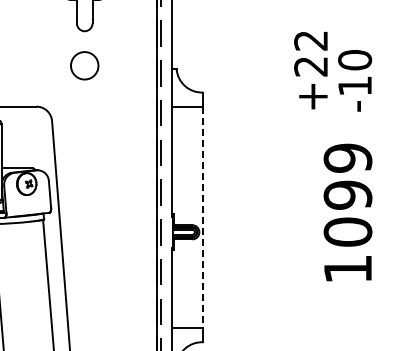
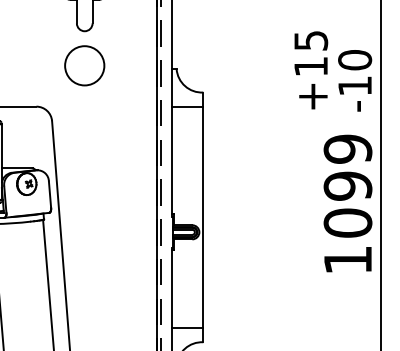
text at (311, 53): +22 -> +15
circle at (84, 65) diameter: 27 px -> 39 px
line at (381, 174): none -> present
text at (347, 212) position: (347, 212) -> (347, 203)
line at (203, 217): dashed -> solid
